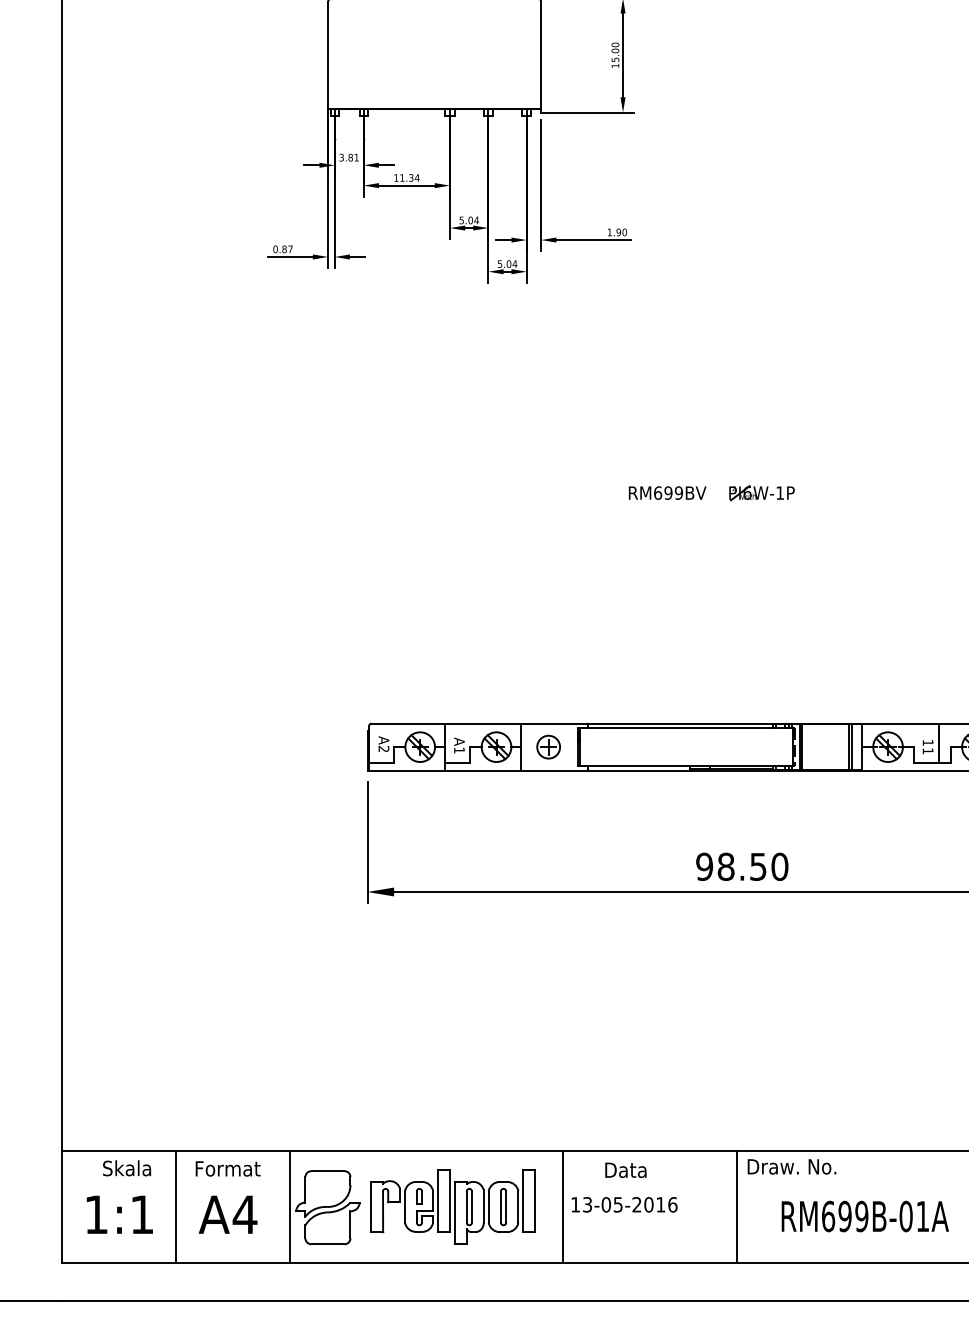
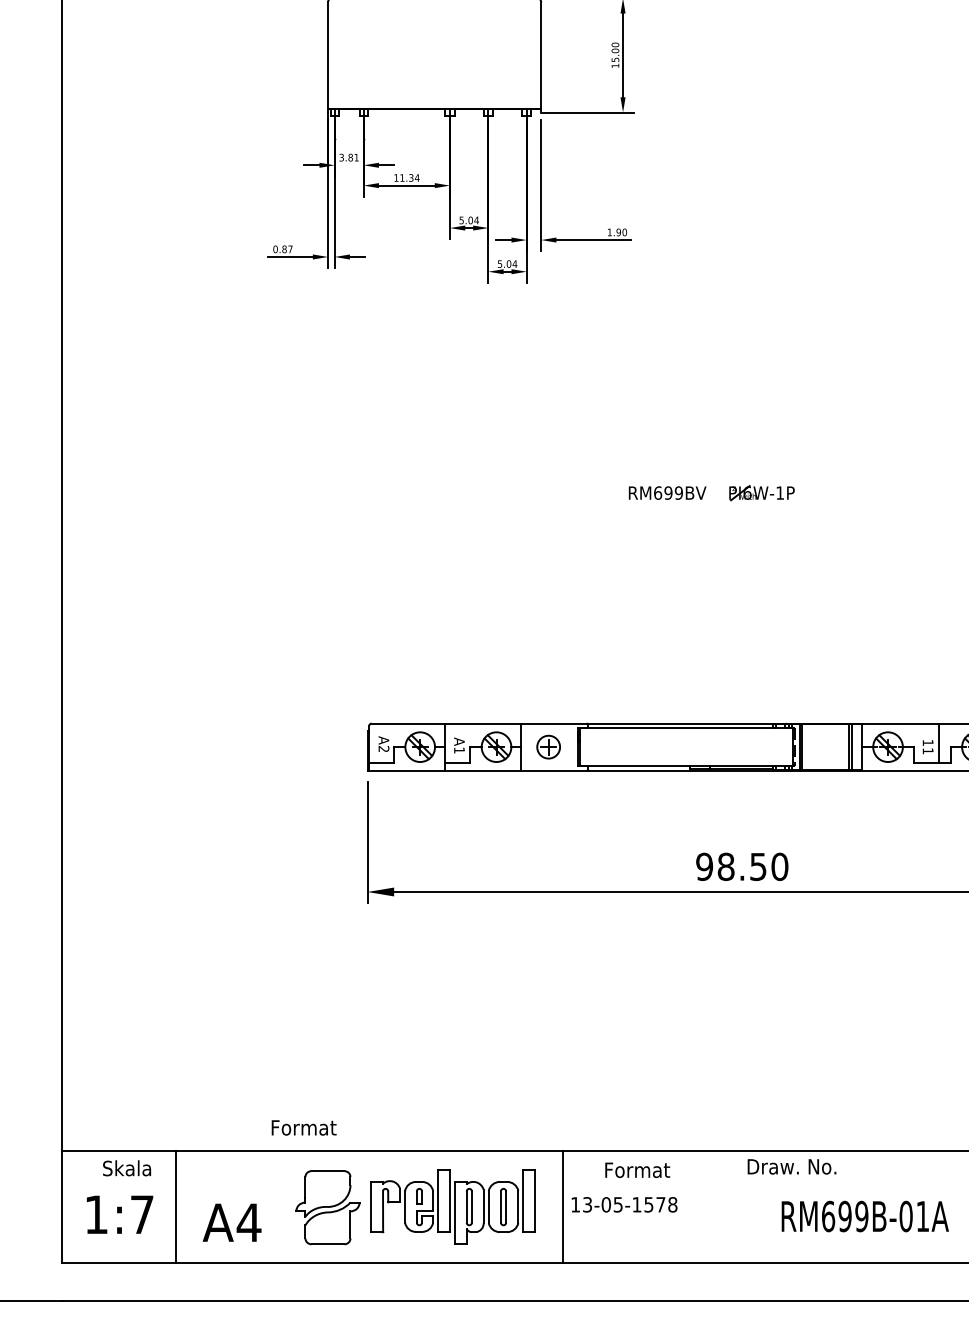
text at (227, 1168) position: (227, 1168) -> (303, 1127)
text at (638, 1170): Data -> Format
text at (654, 1204): 13-05-2016 -> 13-05-1578
line at (290, 1206): present -> none
line at (736, 1206): present -> none
text at (142, 1214): 1:1 -> 1:7
text at (227, 1214) position: (227, 1214) -> (231, 1222)
